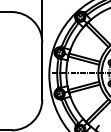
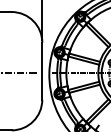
line at (19, 73): none -> present
